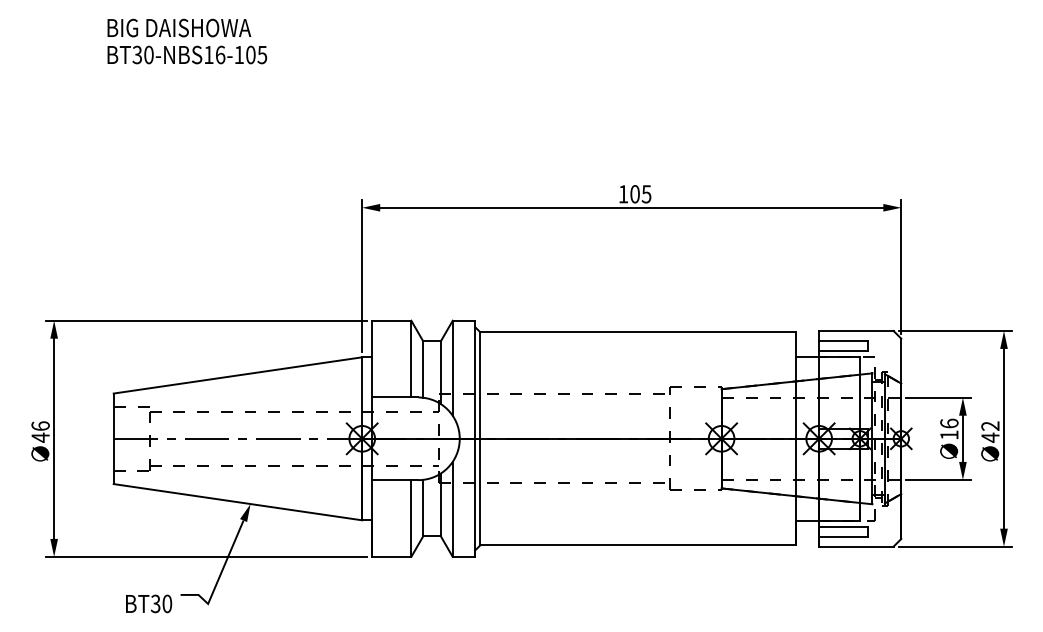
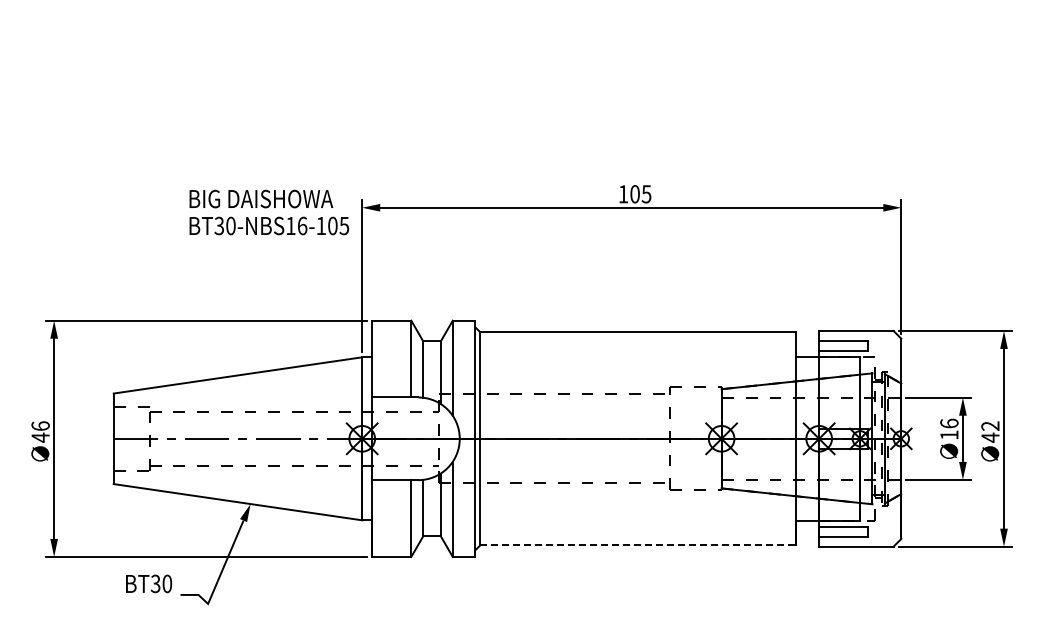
text at (187, 41) position: (187, 41) -> (269, 212)
line at (638, 545): solid -> dashed
text at (149, 603) position: (149, 603) -> (149, 583)
